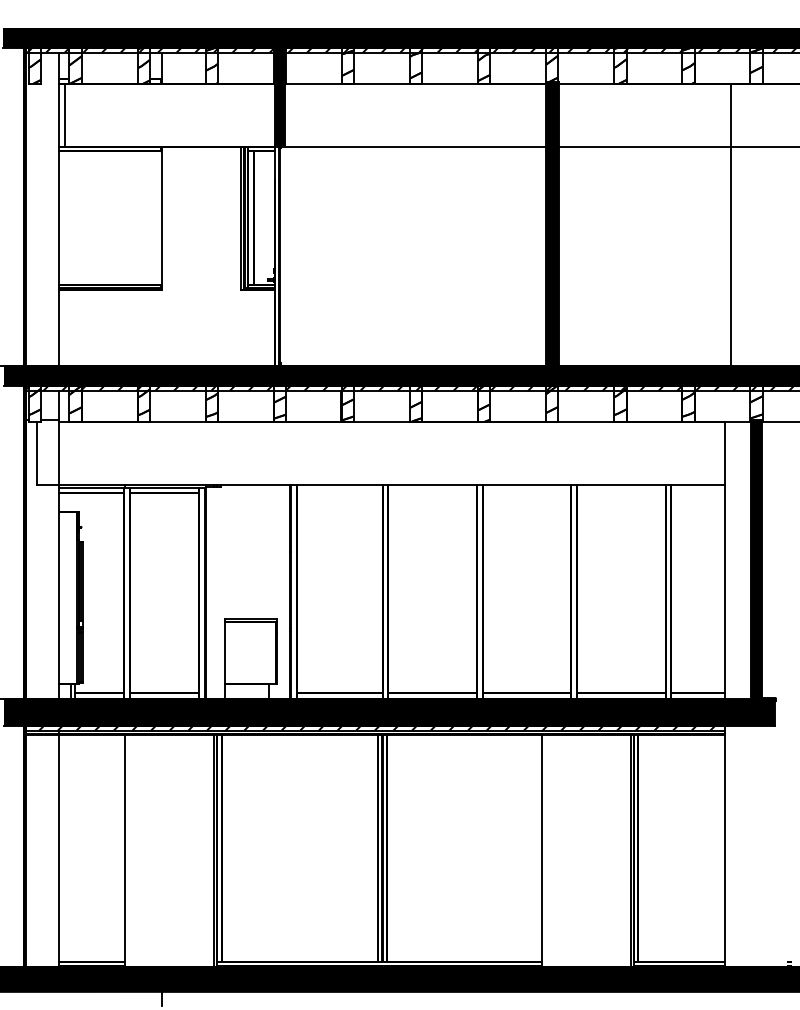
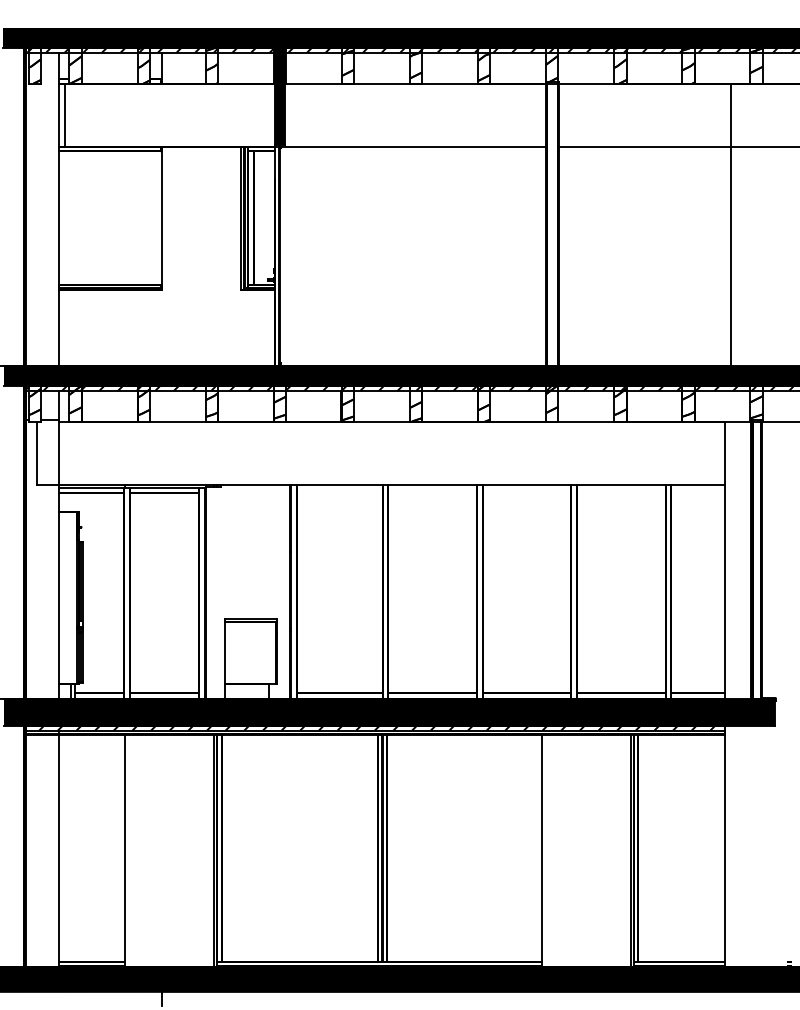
fill at (552, 223): present -> none
fill at (756, 558): present -> none
